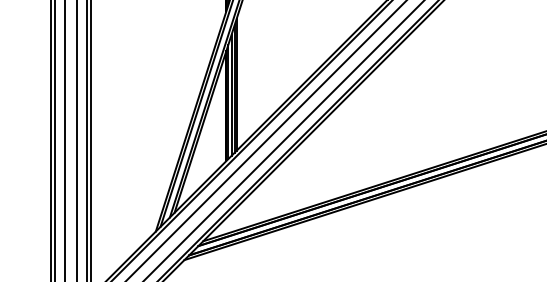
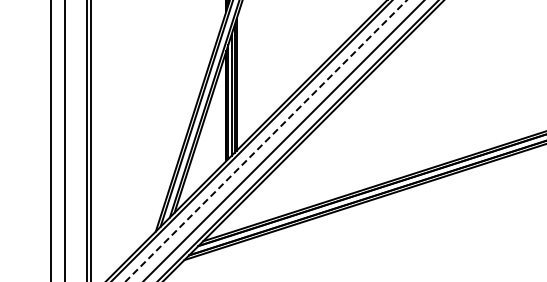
line at (54, 140): present -> none
line at (77, 140): present -> none
line at (266, 141): solid -> dashed
